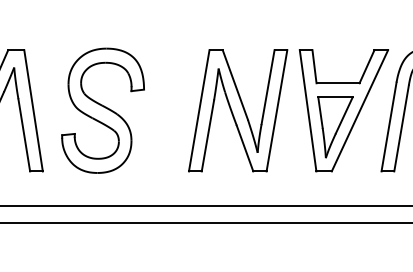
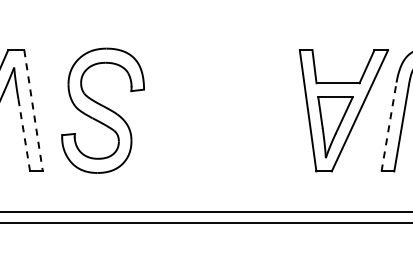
part at (238, 110): present -> none
line at (33, 111): solid -> dashed
line at (389, 126): solid -> dashed
line at (24, 135): solid -> dashed
line at (205, 206) position: (205, 206) -> (205, 212)
